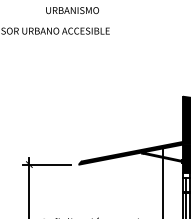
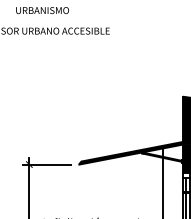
text at (72, 10) position: (72, 10) -> (42, 10)
